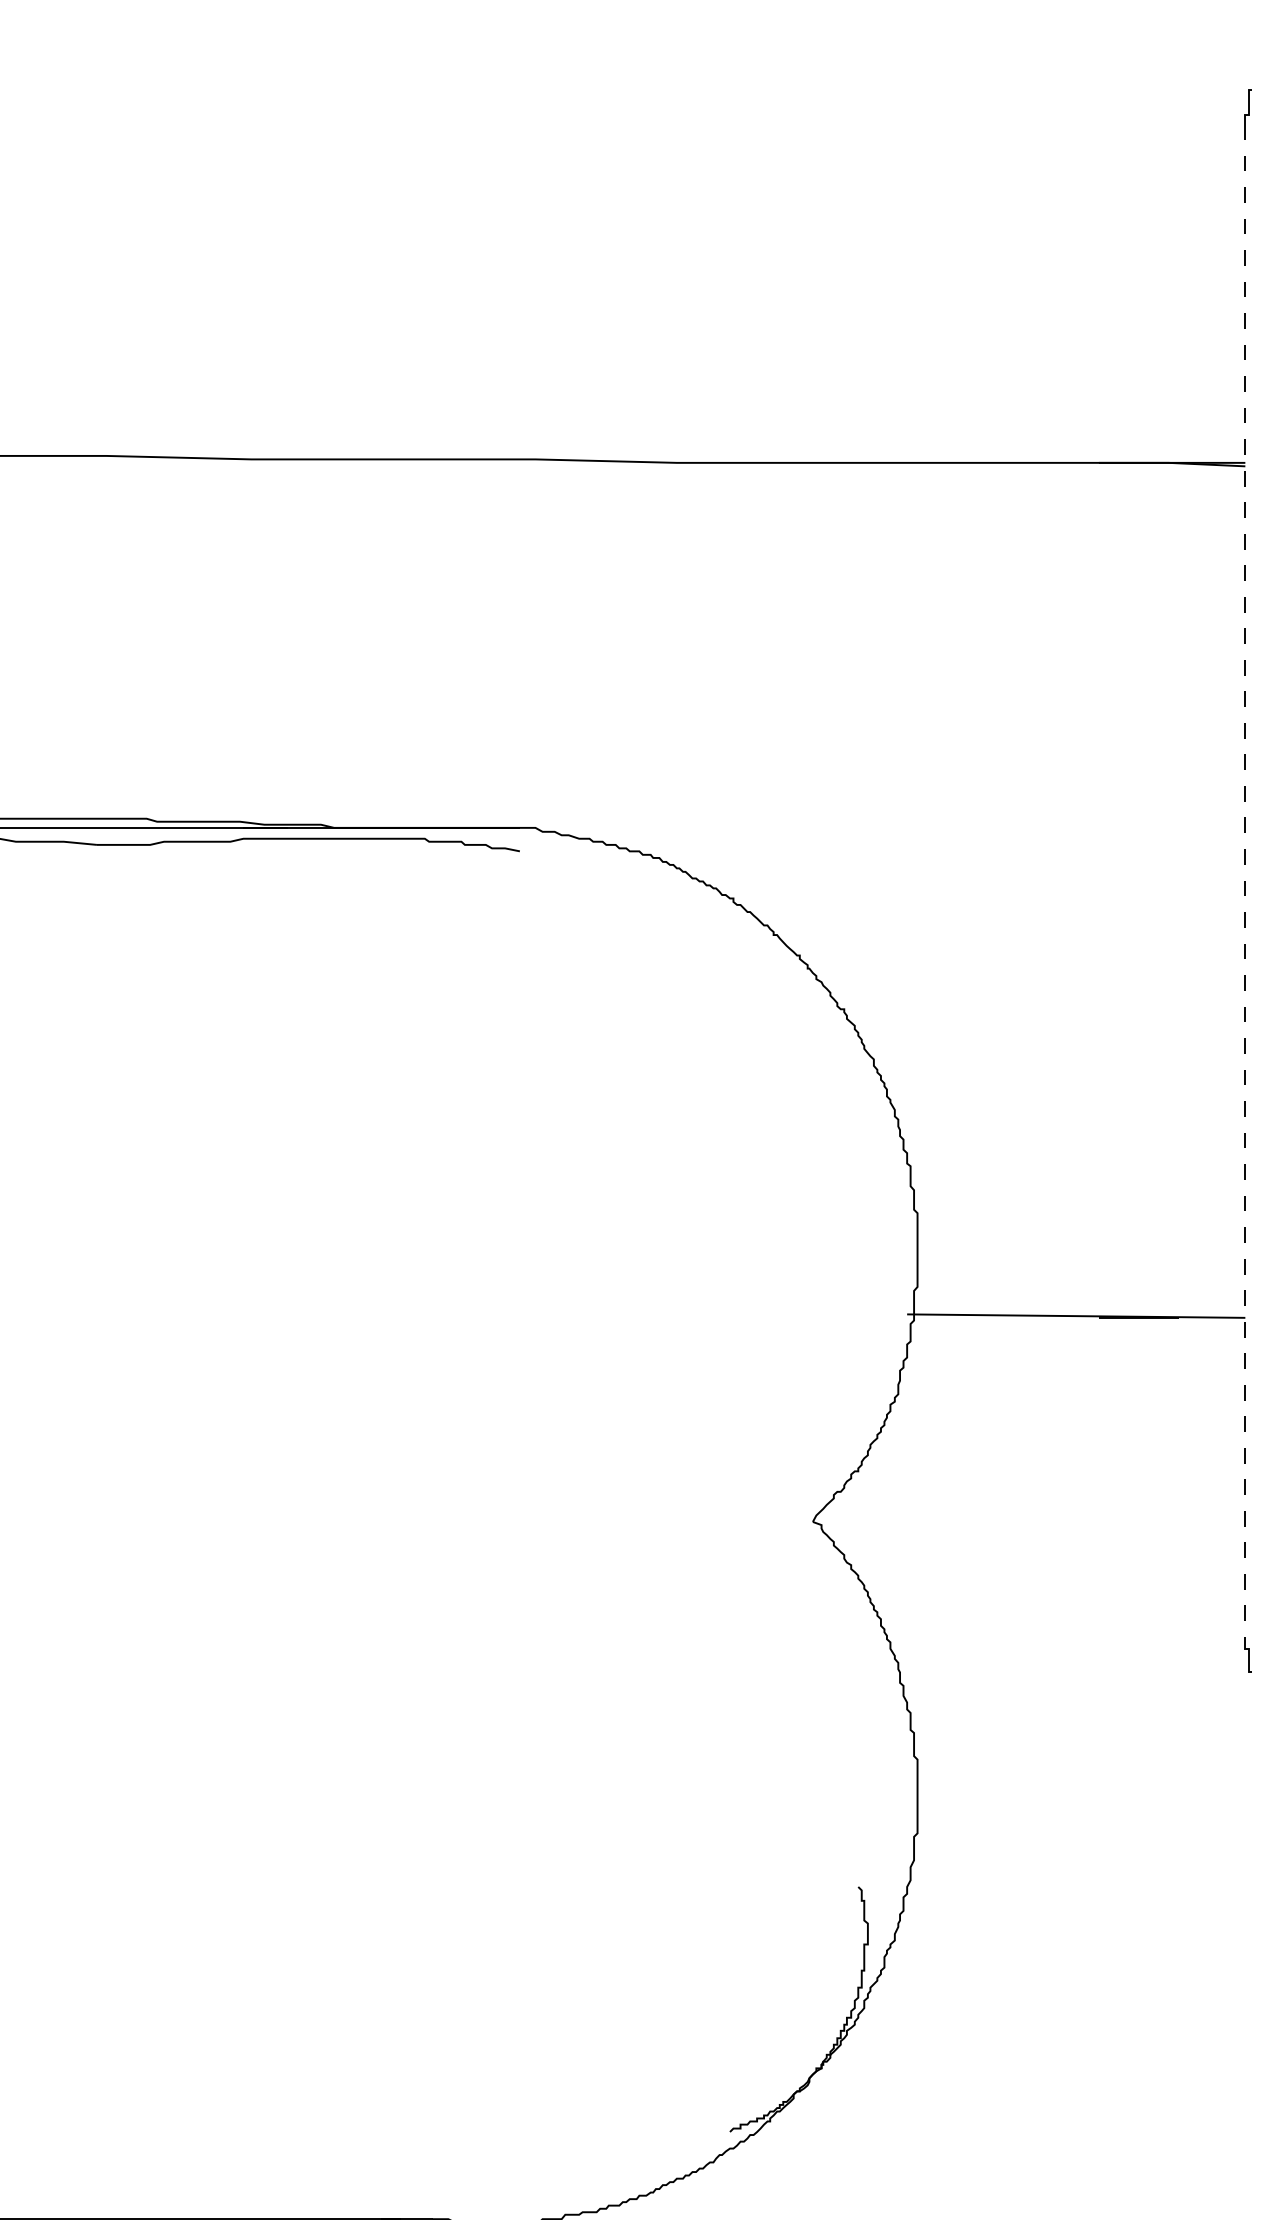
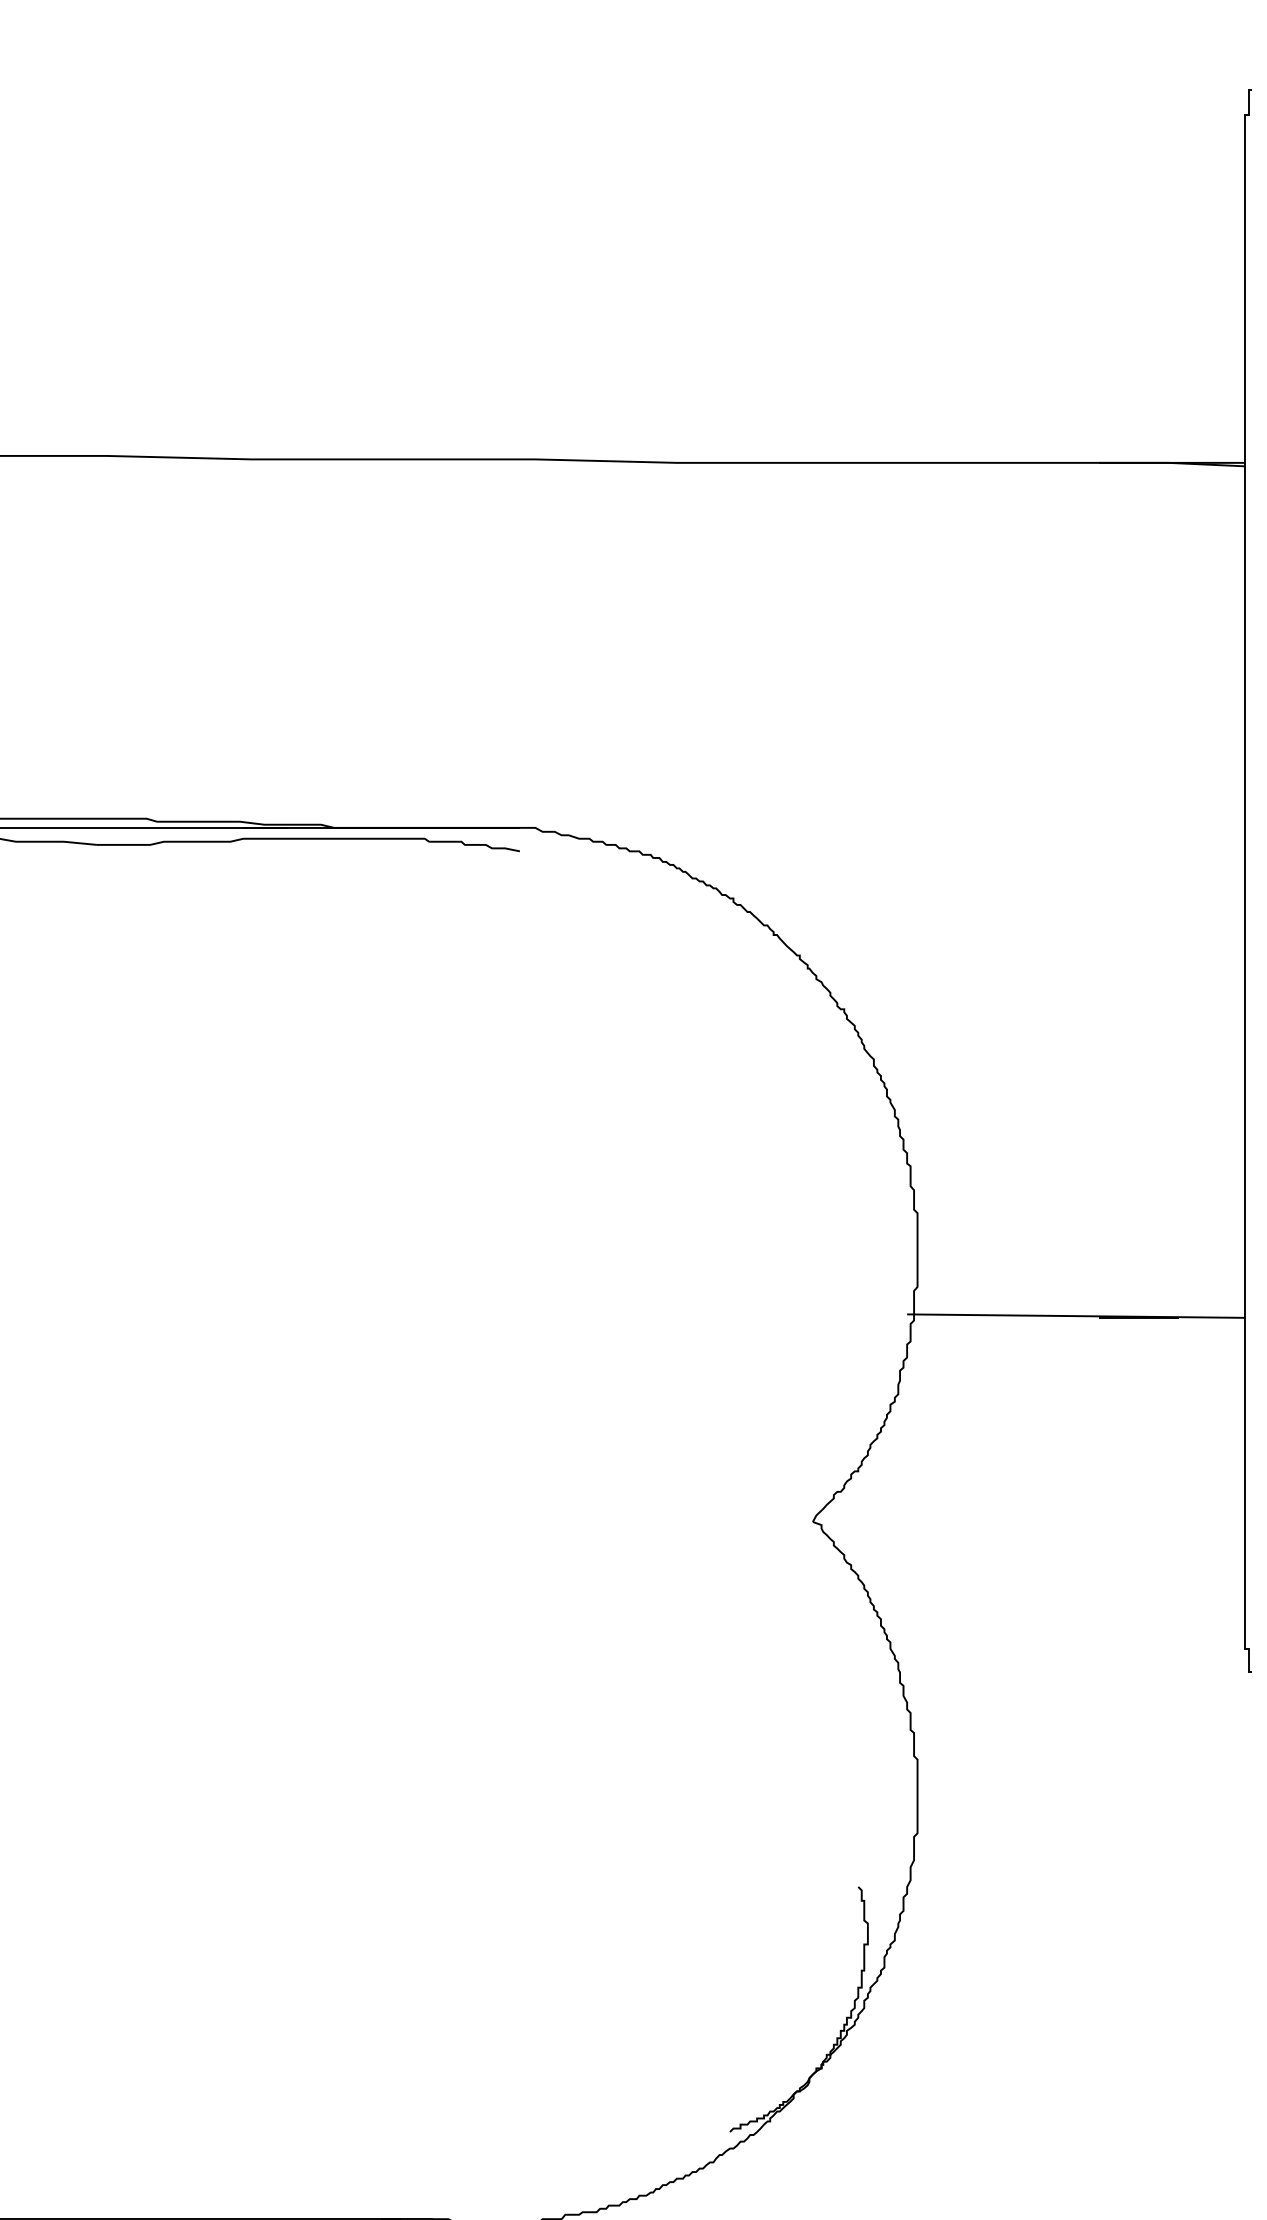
line at (1245, 881): dashed -> solid
